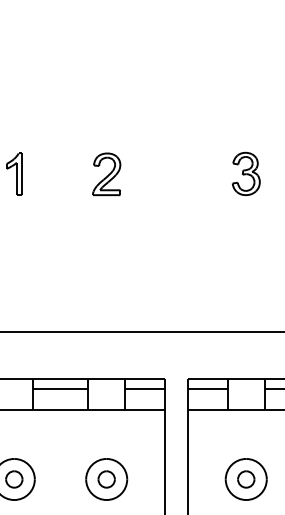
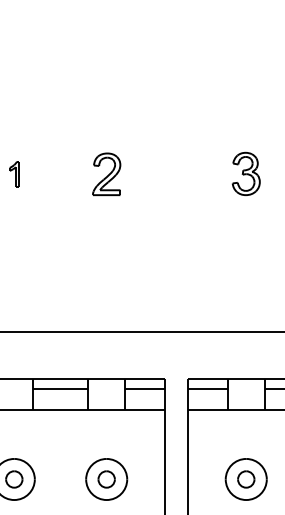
part at (14, 173) size: 17x44 px -> 11x27 px
